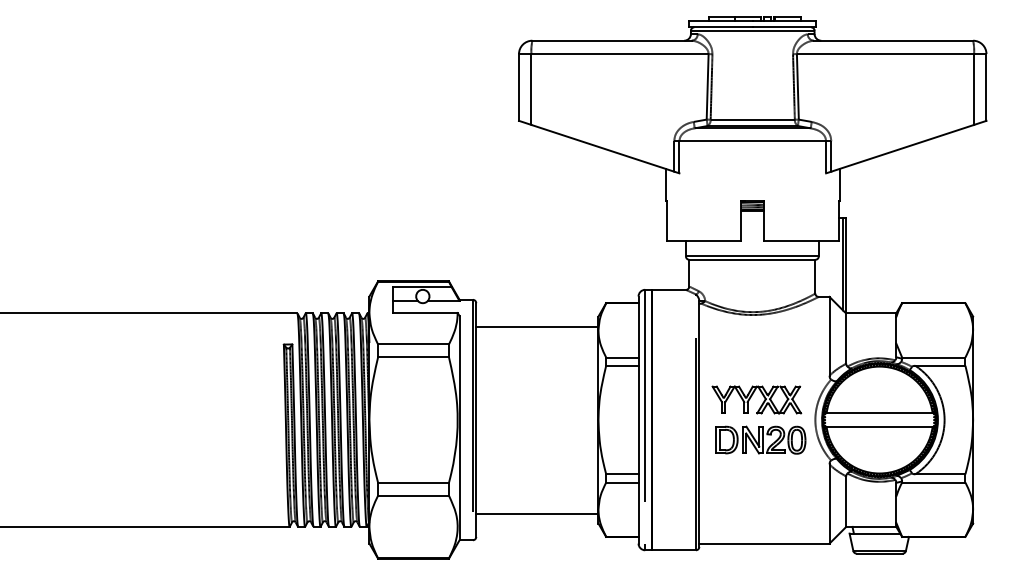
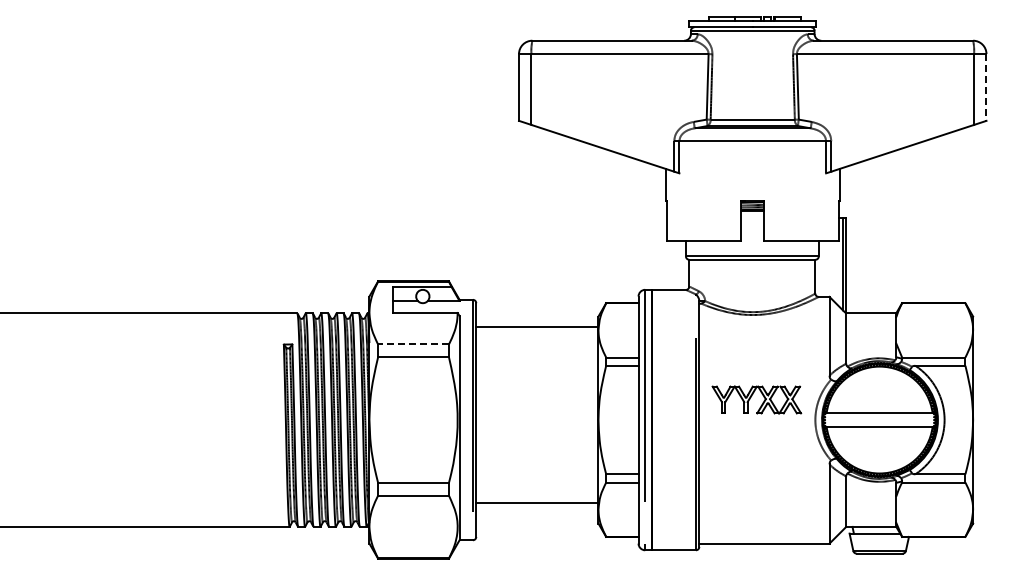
line at (986, 87): solid -> dashed
line at (413, 344): solid -> dashed
part at (760, 439): present -> none
line at (537, 513) position: (537, 513) -> (537, 502)
